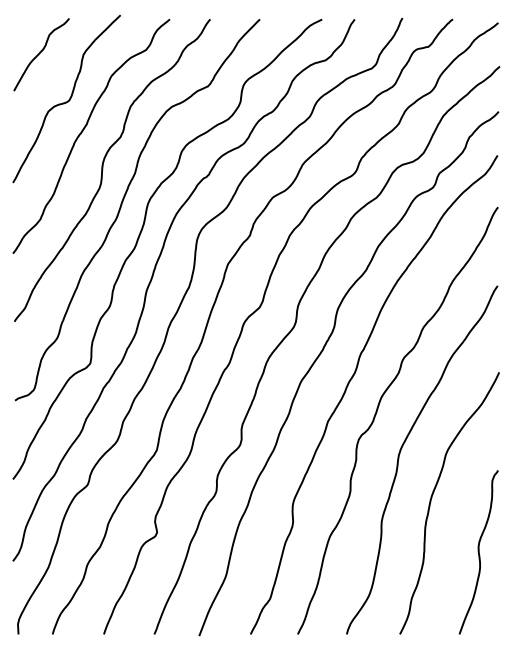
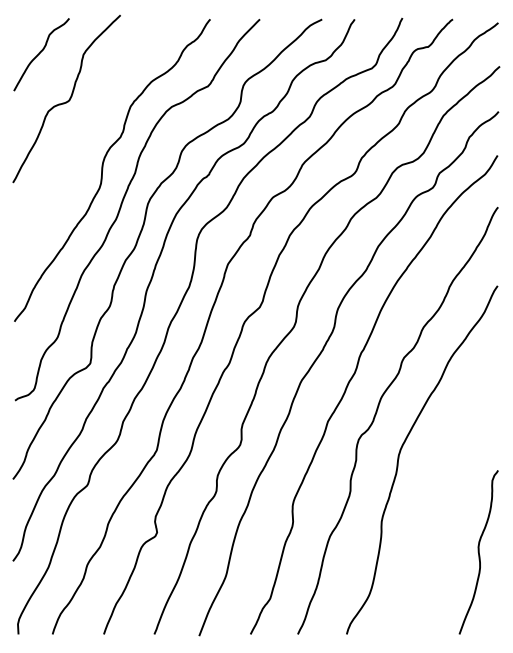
curve at (83, 131): present -> none
curve at (432, 498): present -> none
